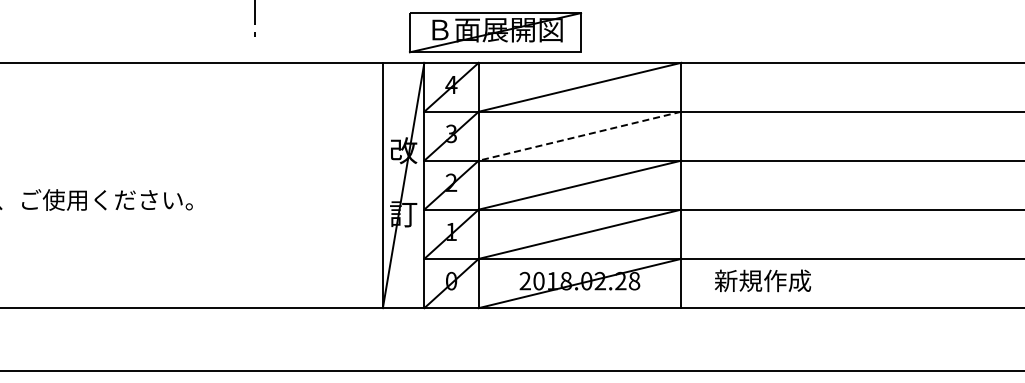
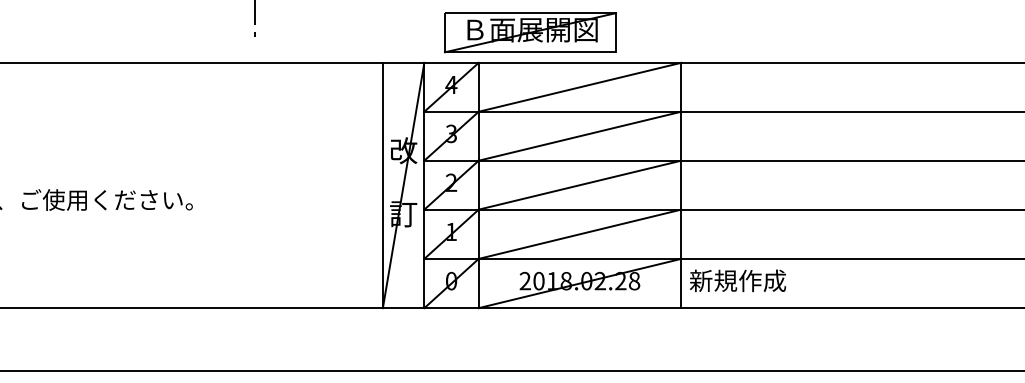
part at (495, 32) position: (495, 32) -> (530, 32)
line at (579, 136): dashed -> solid
text at (763, 280) position: (763, 280) -> (738, 280)
